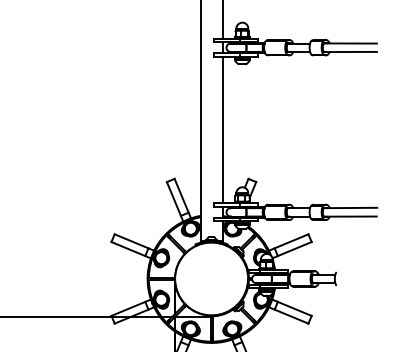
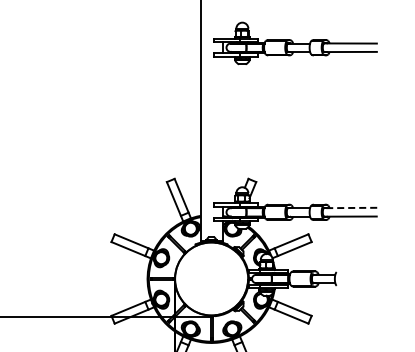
line at (222, 20): present -> none
line at (222, 129): present -> none
line at (350, 207): solid -> dashed
